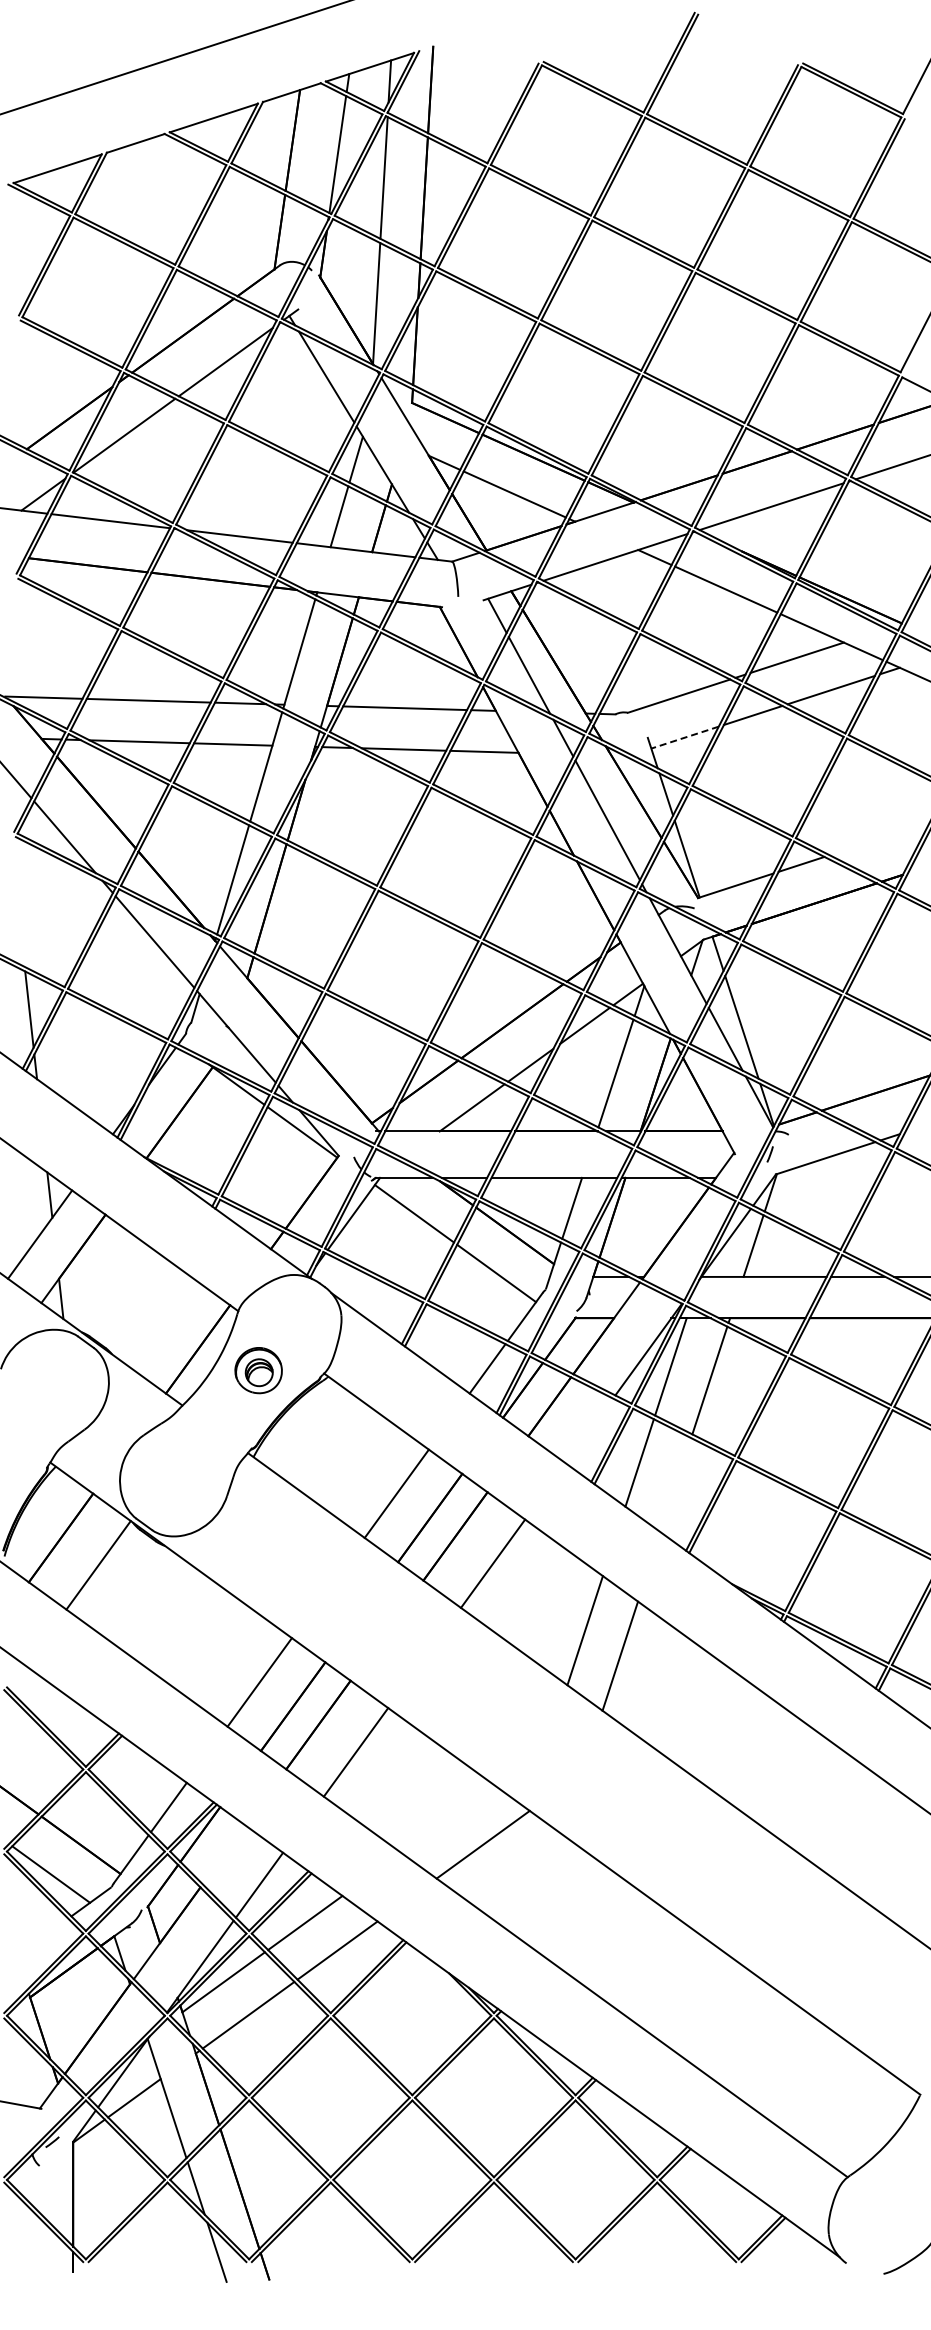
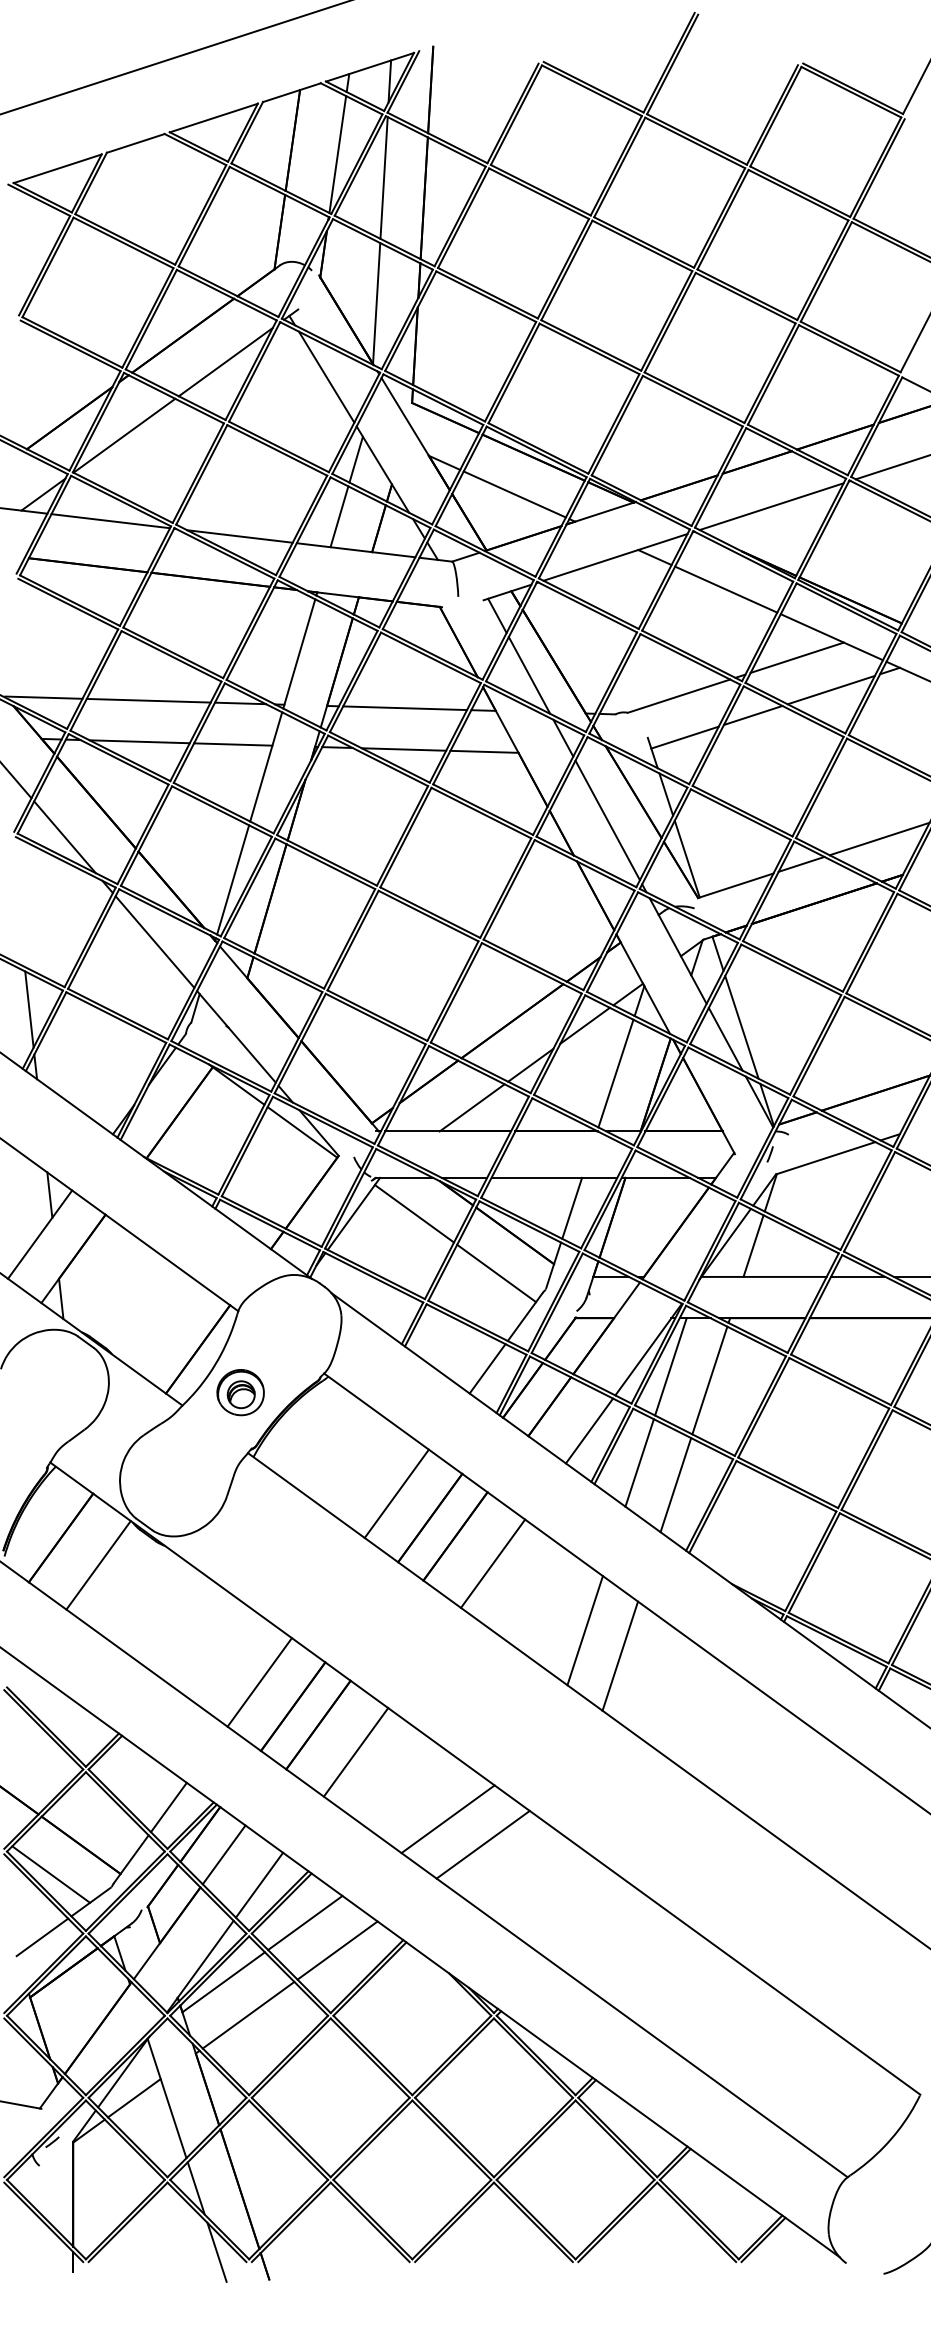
line at (684, 737): dashed -> solid
line at (878, 839): none -> present
part at (258, 1370) position: (258, 1370) -> (240, 1392)
line at (589, 1430): none -> present
line at (675, 1485): none -> present
line at (447, 1819): none -> present
line at (223, 1854): none -> present
line at (42, 1937): none -> present
